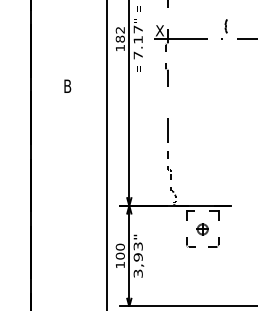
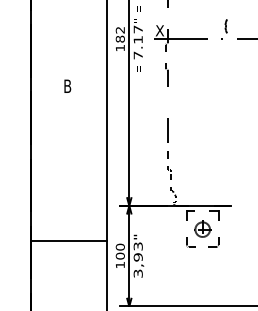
part at (202, 229) size: 13x13 px -> 18x18 px
line at (68, 241): none -> present
